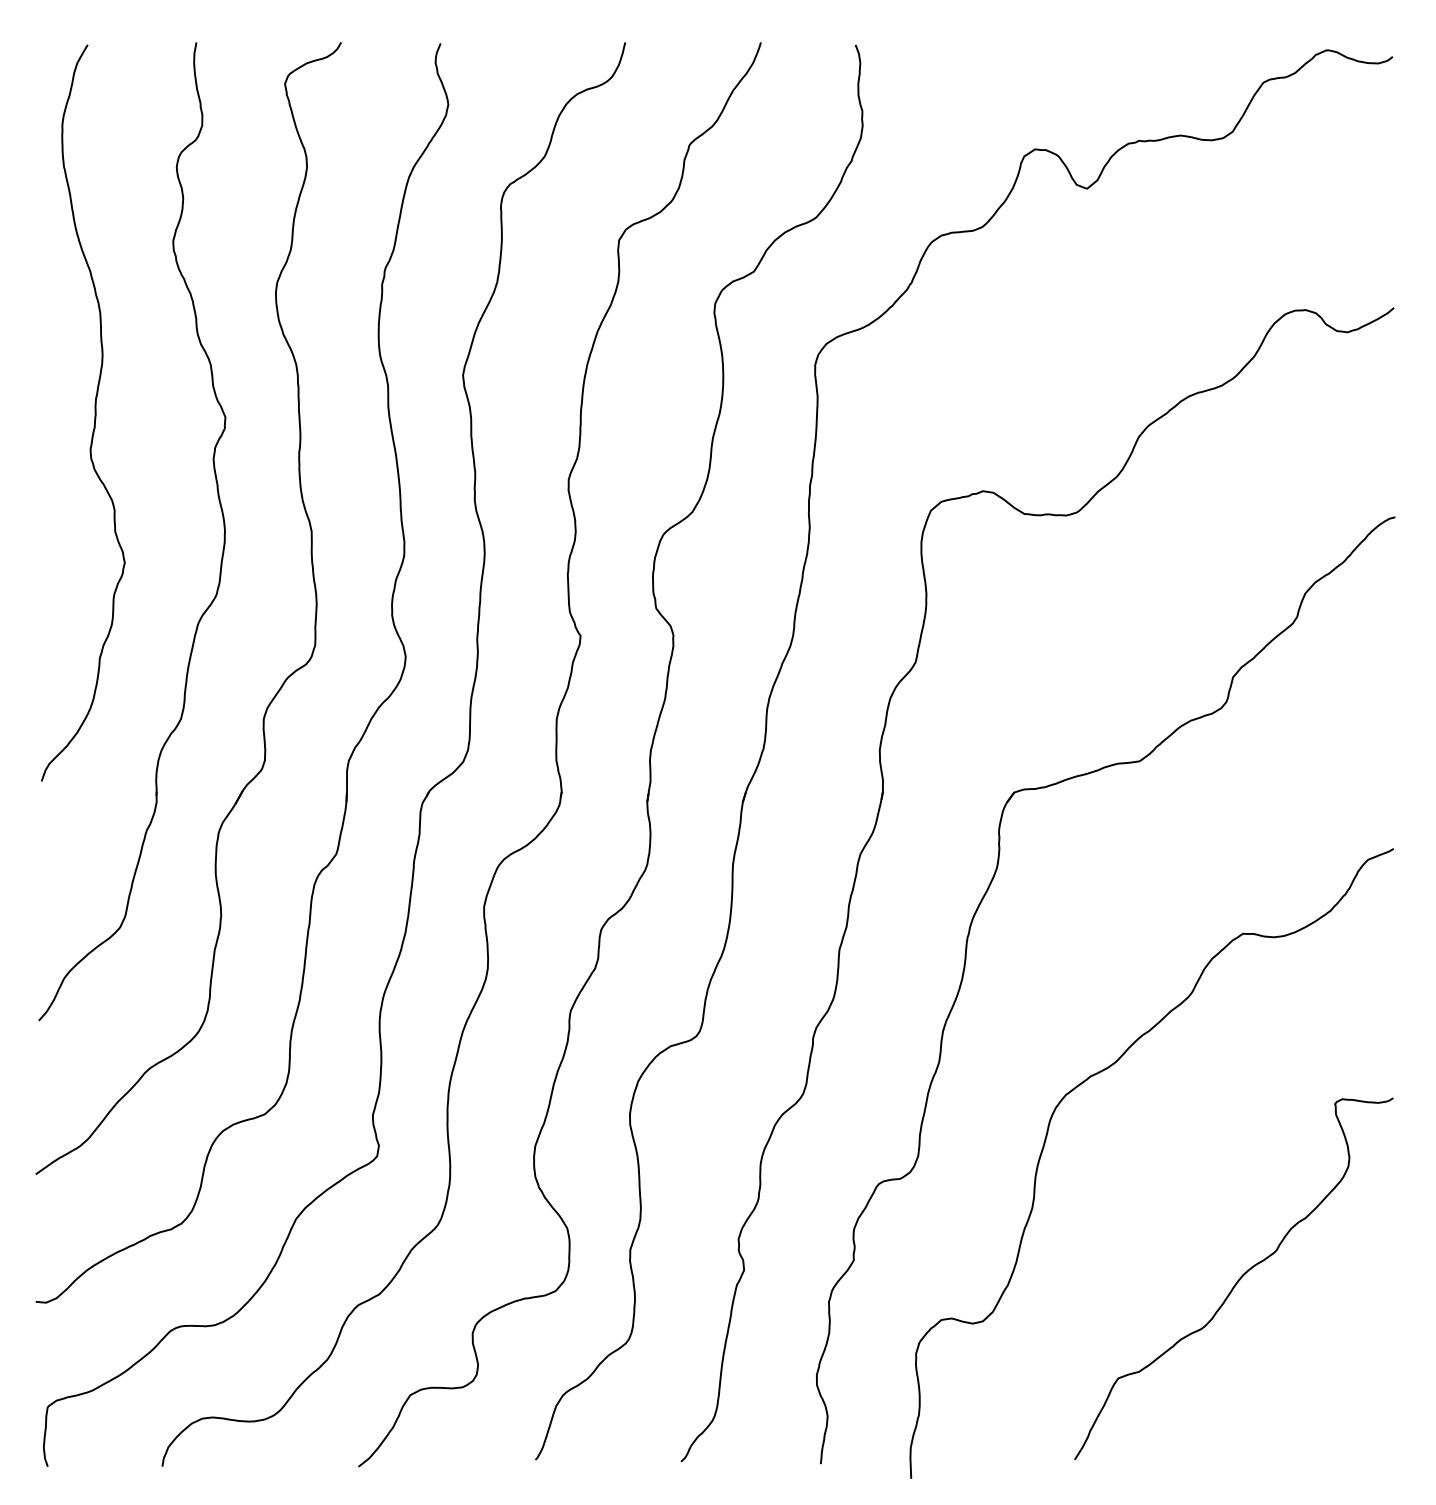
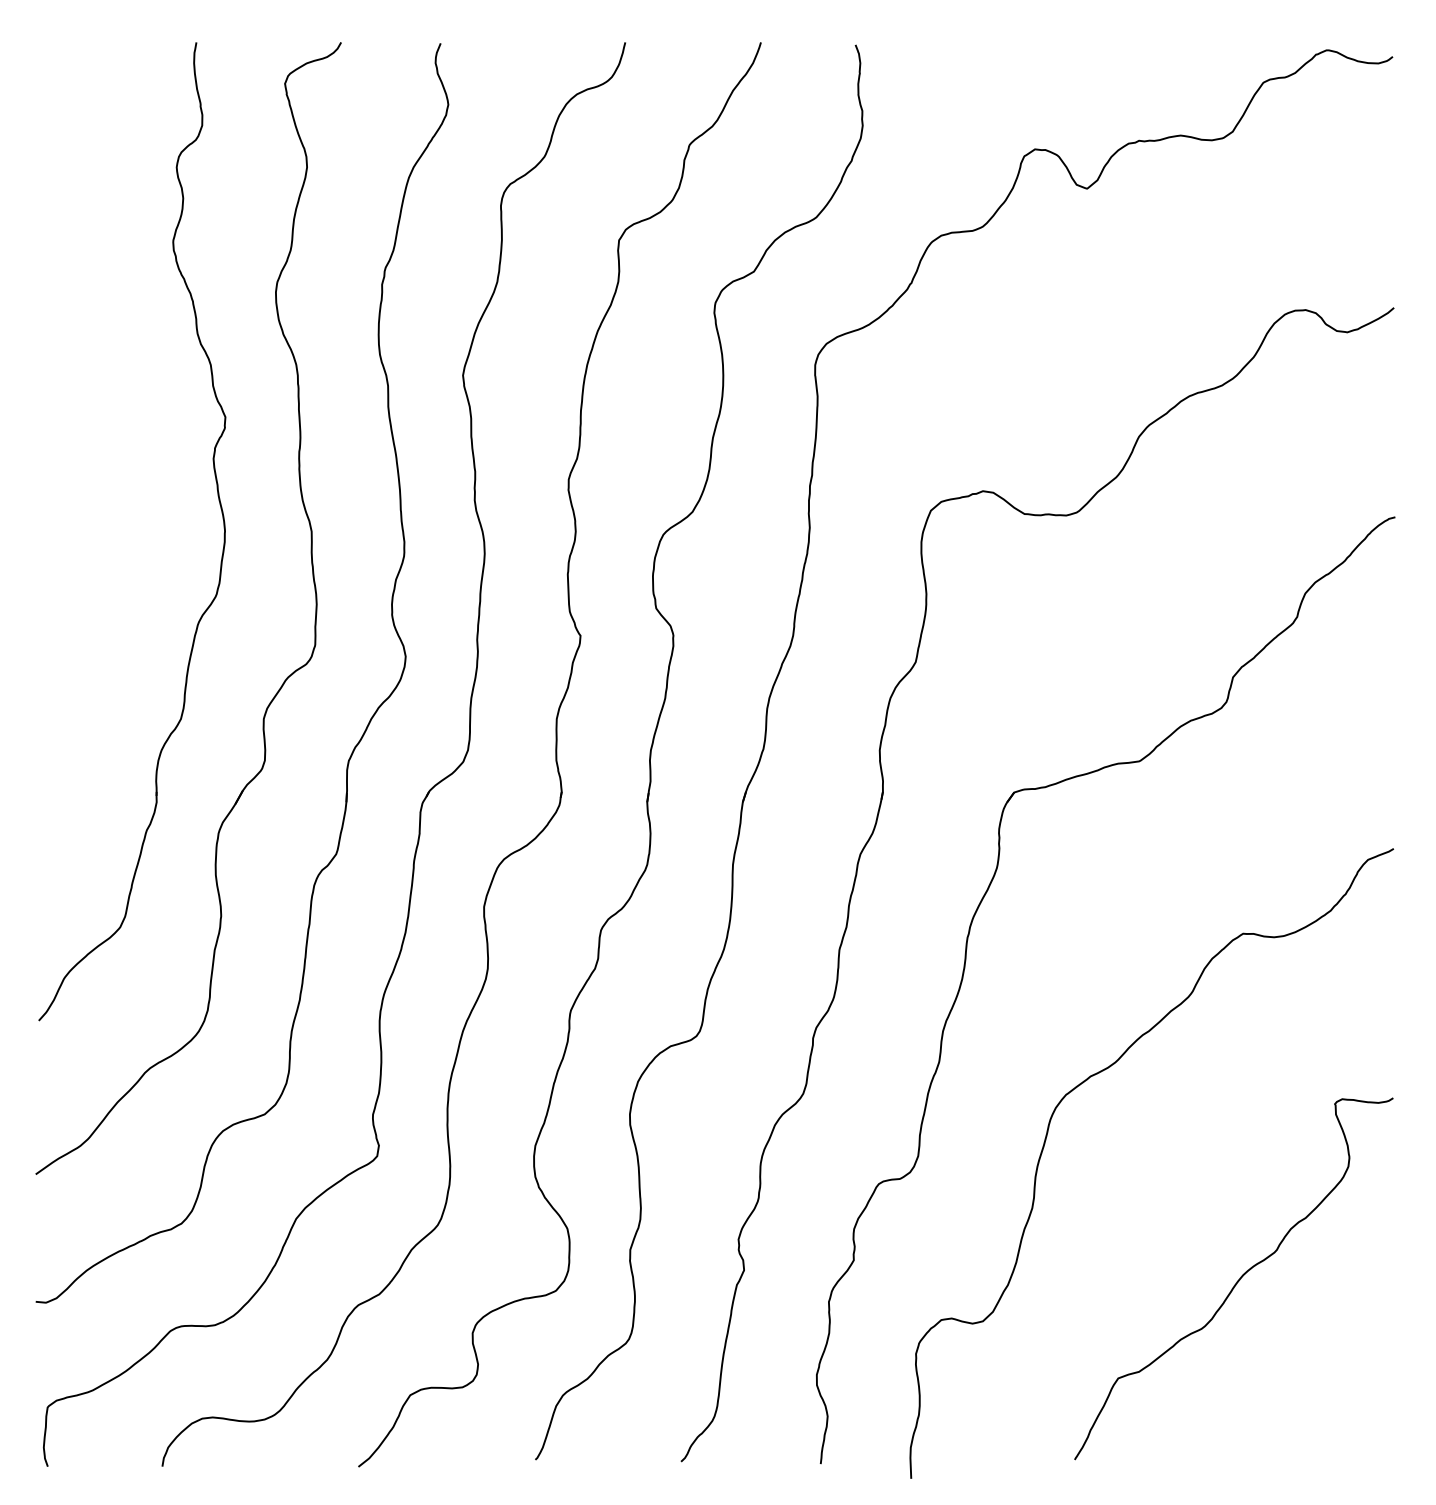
curve at (94, 412): present -> none
